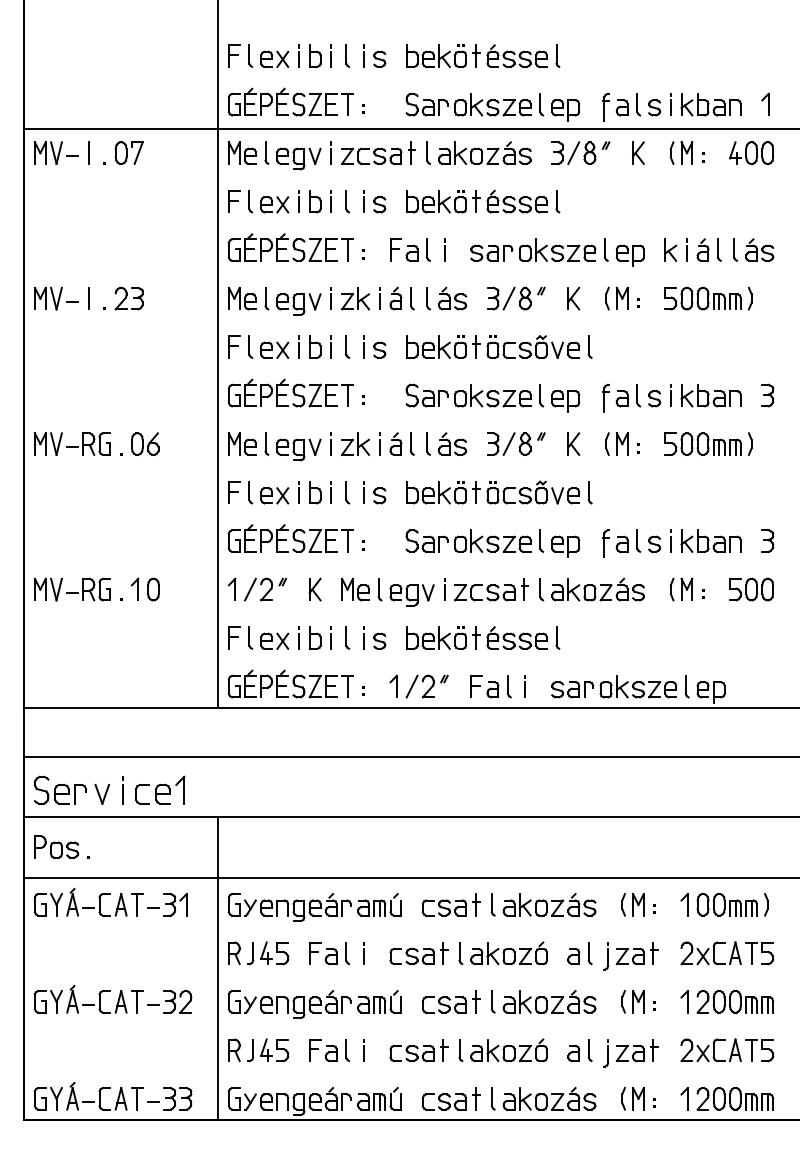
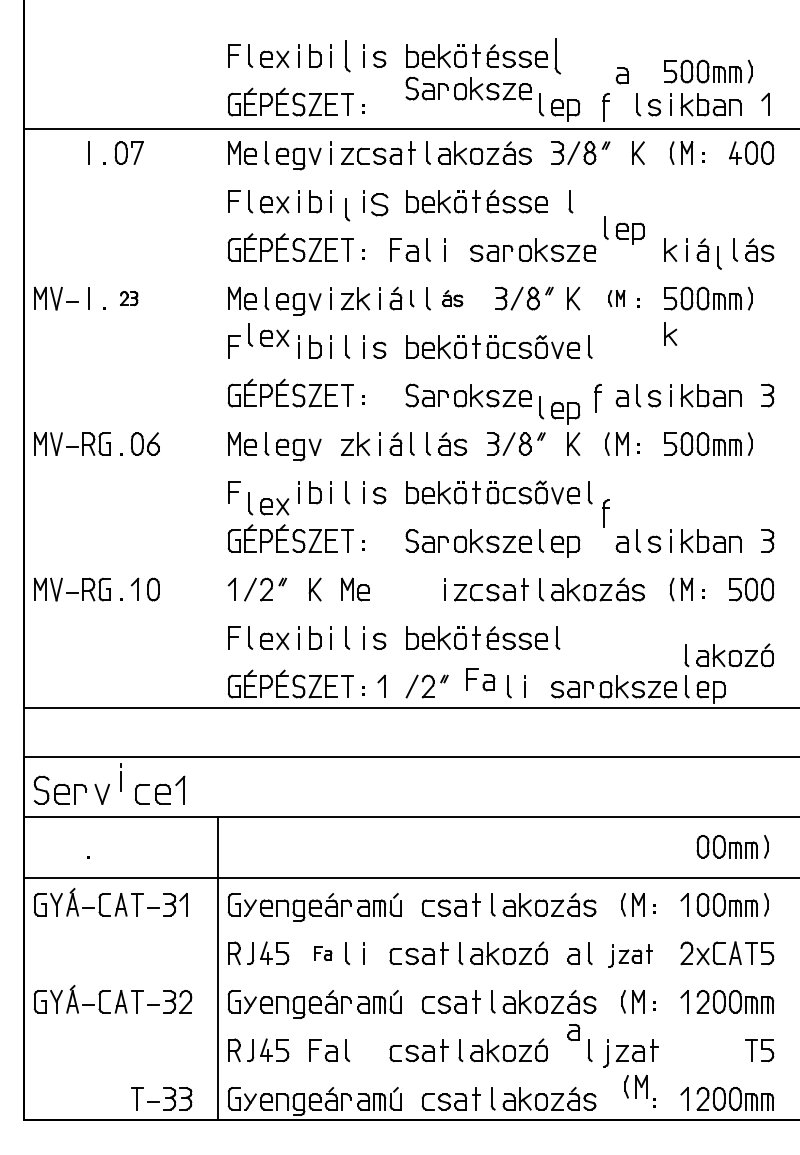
part at (347, 55) size: 6x24 px -> 7x33 px
part at (557, 55) size: 6x24 px -> 8x37 px
part at (708, 71): none -> present
part at (468, 104) position: (468, 104) -> (468, 88)
part at (621, 107) position: (621, 107) -> (621, 75)
part at (56, 152): present -> none
part at (347, 201) position: (347, 201) -> (347, 209)
part at (557, 201) position: (557, 201) -> (570, 201)
part at (379, 204) size: 14x18 px -> 18x24 px
part at (719, 249) position: (719, 249) -> (719, 257)
part at (624, 252) position: (624, 252) -> (624, 230)
part at (128, 298) size: 30x25 px -> 19x16 px
part at (412, 298) size: 5x24 px -> 5x18 px
part at (452, 298) size: 30x25 px -> 22x18 px
part at (516, 298) position: (516, 298) -> (524, 298)
part at (616, 298) size: 24x25 px -> 18x18 px
part at (670, 333): none -> present
part at (268, 346) position: (268, 346) -> (268, 334)
line at (218, 355): present -> none
part at (605, 397) position: (605, 397) -> (597, 397)
part at (559, 398) position: (559, 398) -> (559, 410)
line at (330, 443): present -> none
part at (268, 492) position: (268, 492) -> (268, 503)
part at (605, 543) position: (605, 543) -> (605, 513)
part at (405, 592): present -> none
part at (728, 655): none -> present
part at (393, 685) position: (393, 685) -> (381, 685)
part at (484, 686) position: (484, 686) -> (480, 679)
line at (122, 790) position: (122, 790) -> (120, 777)
part at (56, 846): present -> none
part at (732, 846): none -> present
part at (323, 953) size: 29x24 px -> 19x15 px
part at (630, 956) size: 56x29 px -> 45x24 px
line at (363, 1050): present -> none
part at (710, 1050): present -> none
part at (573, 1053) position: (573, 1053) -> (573, 1032)
part at (80, 1095): present -> none
part at (632, 1098) position: (632, 1098) -> (635, 1086)
